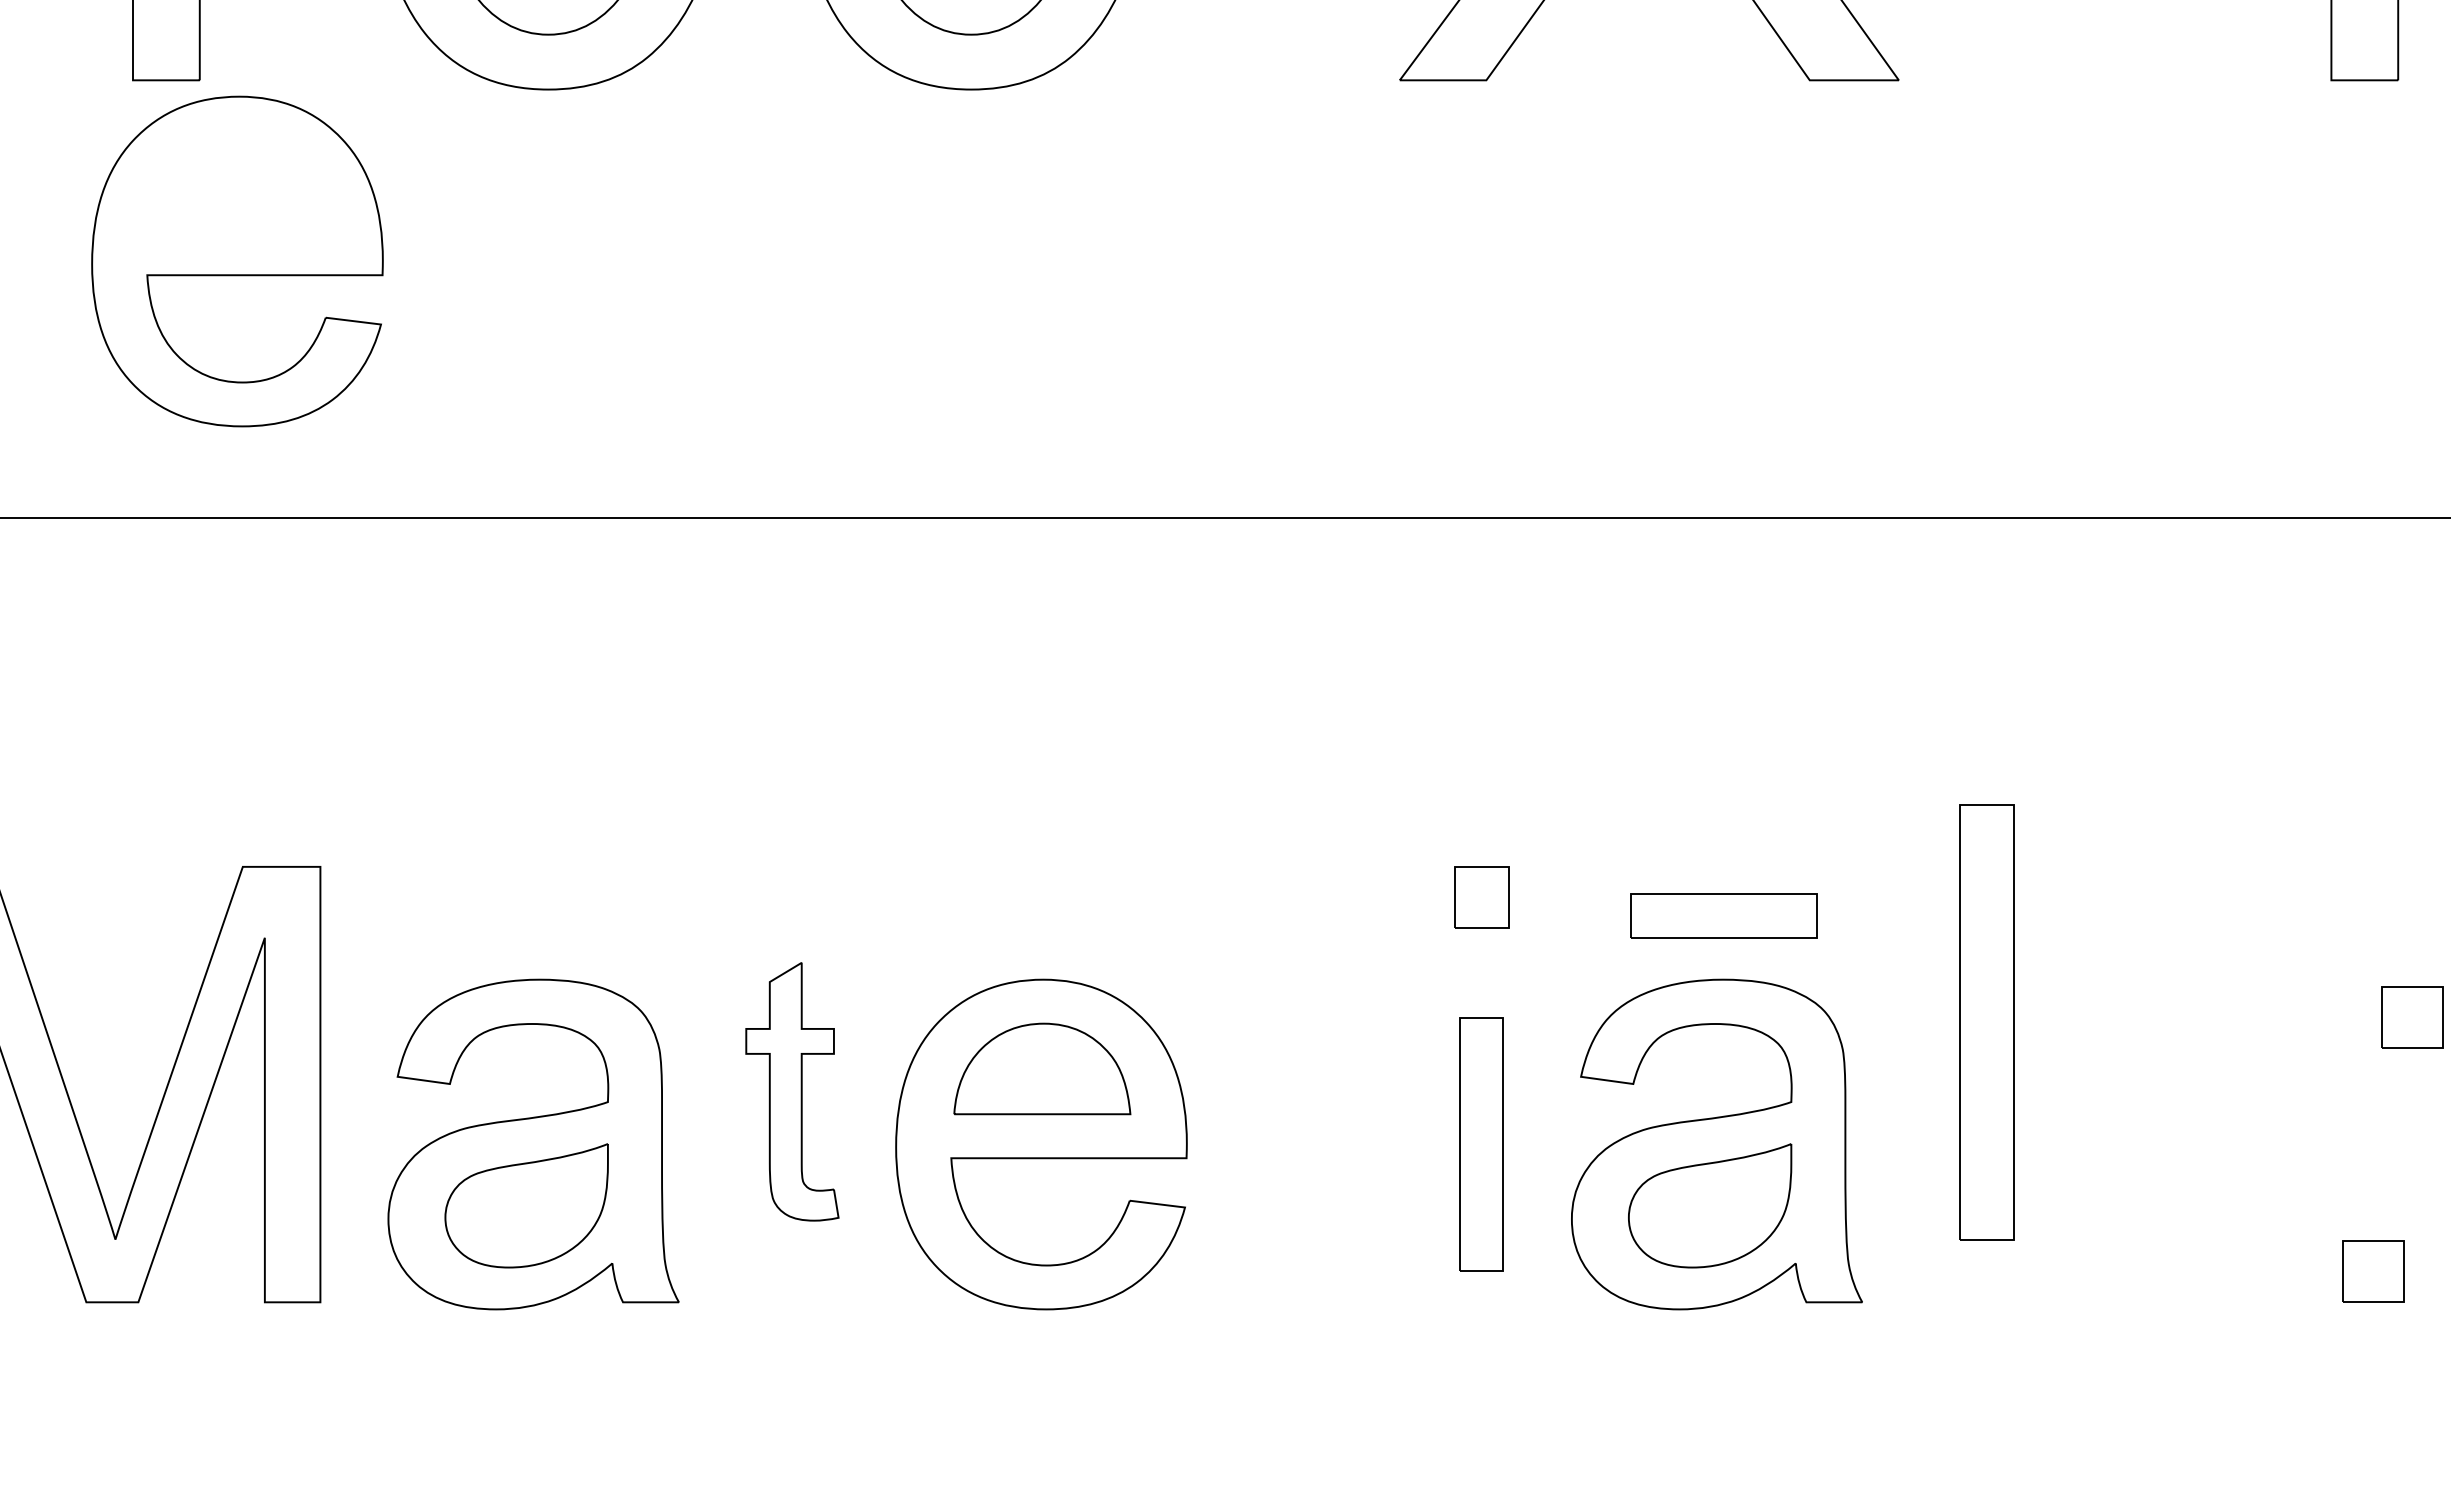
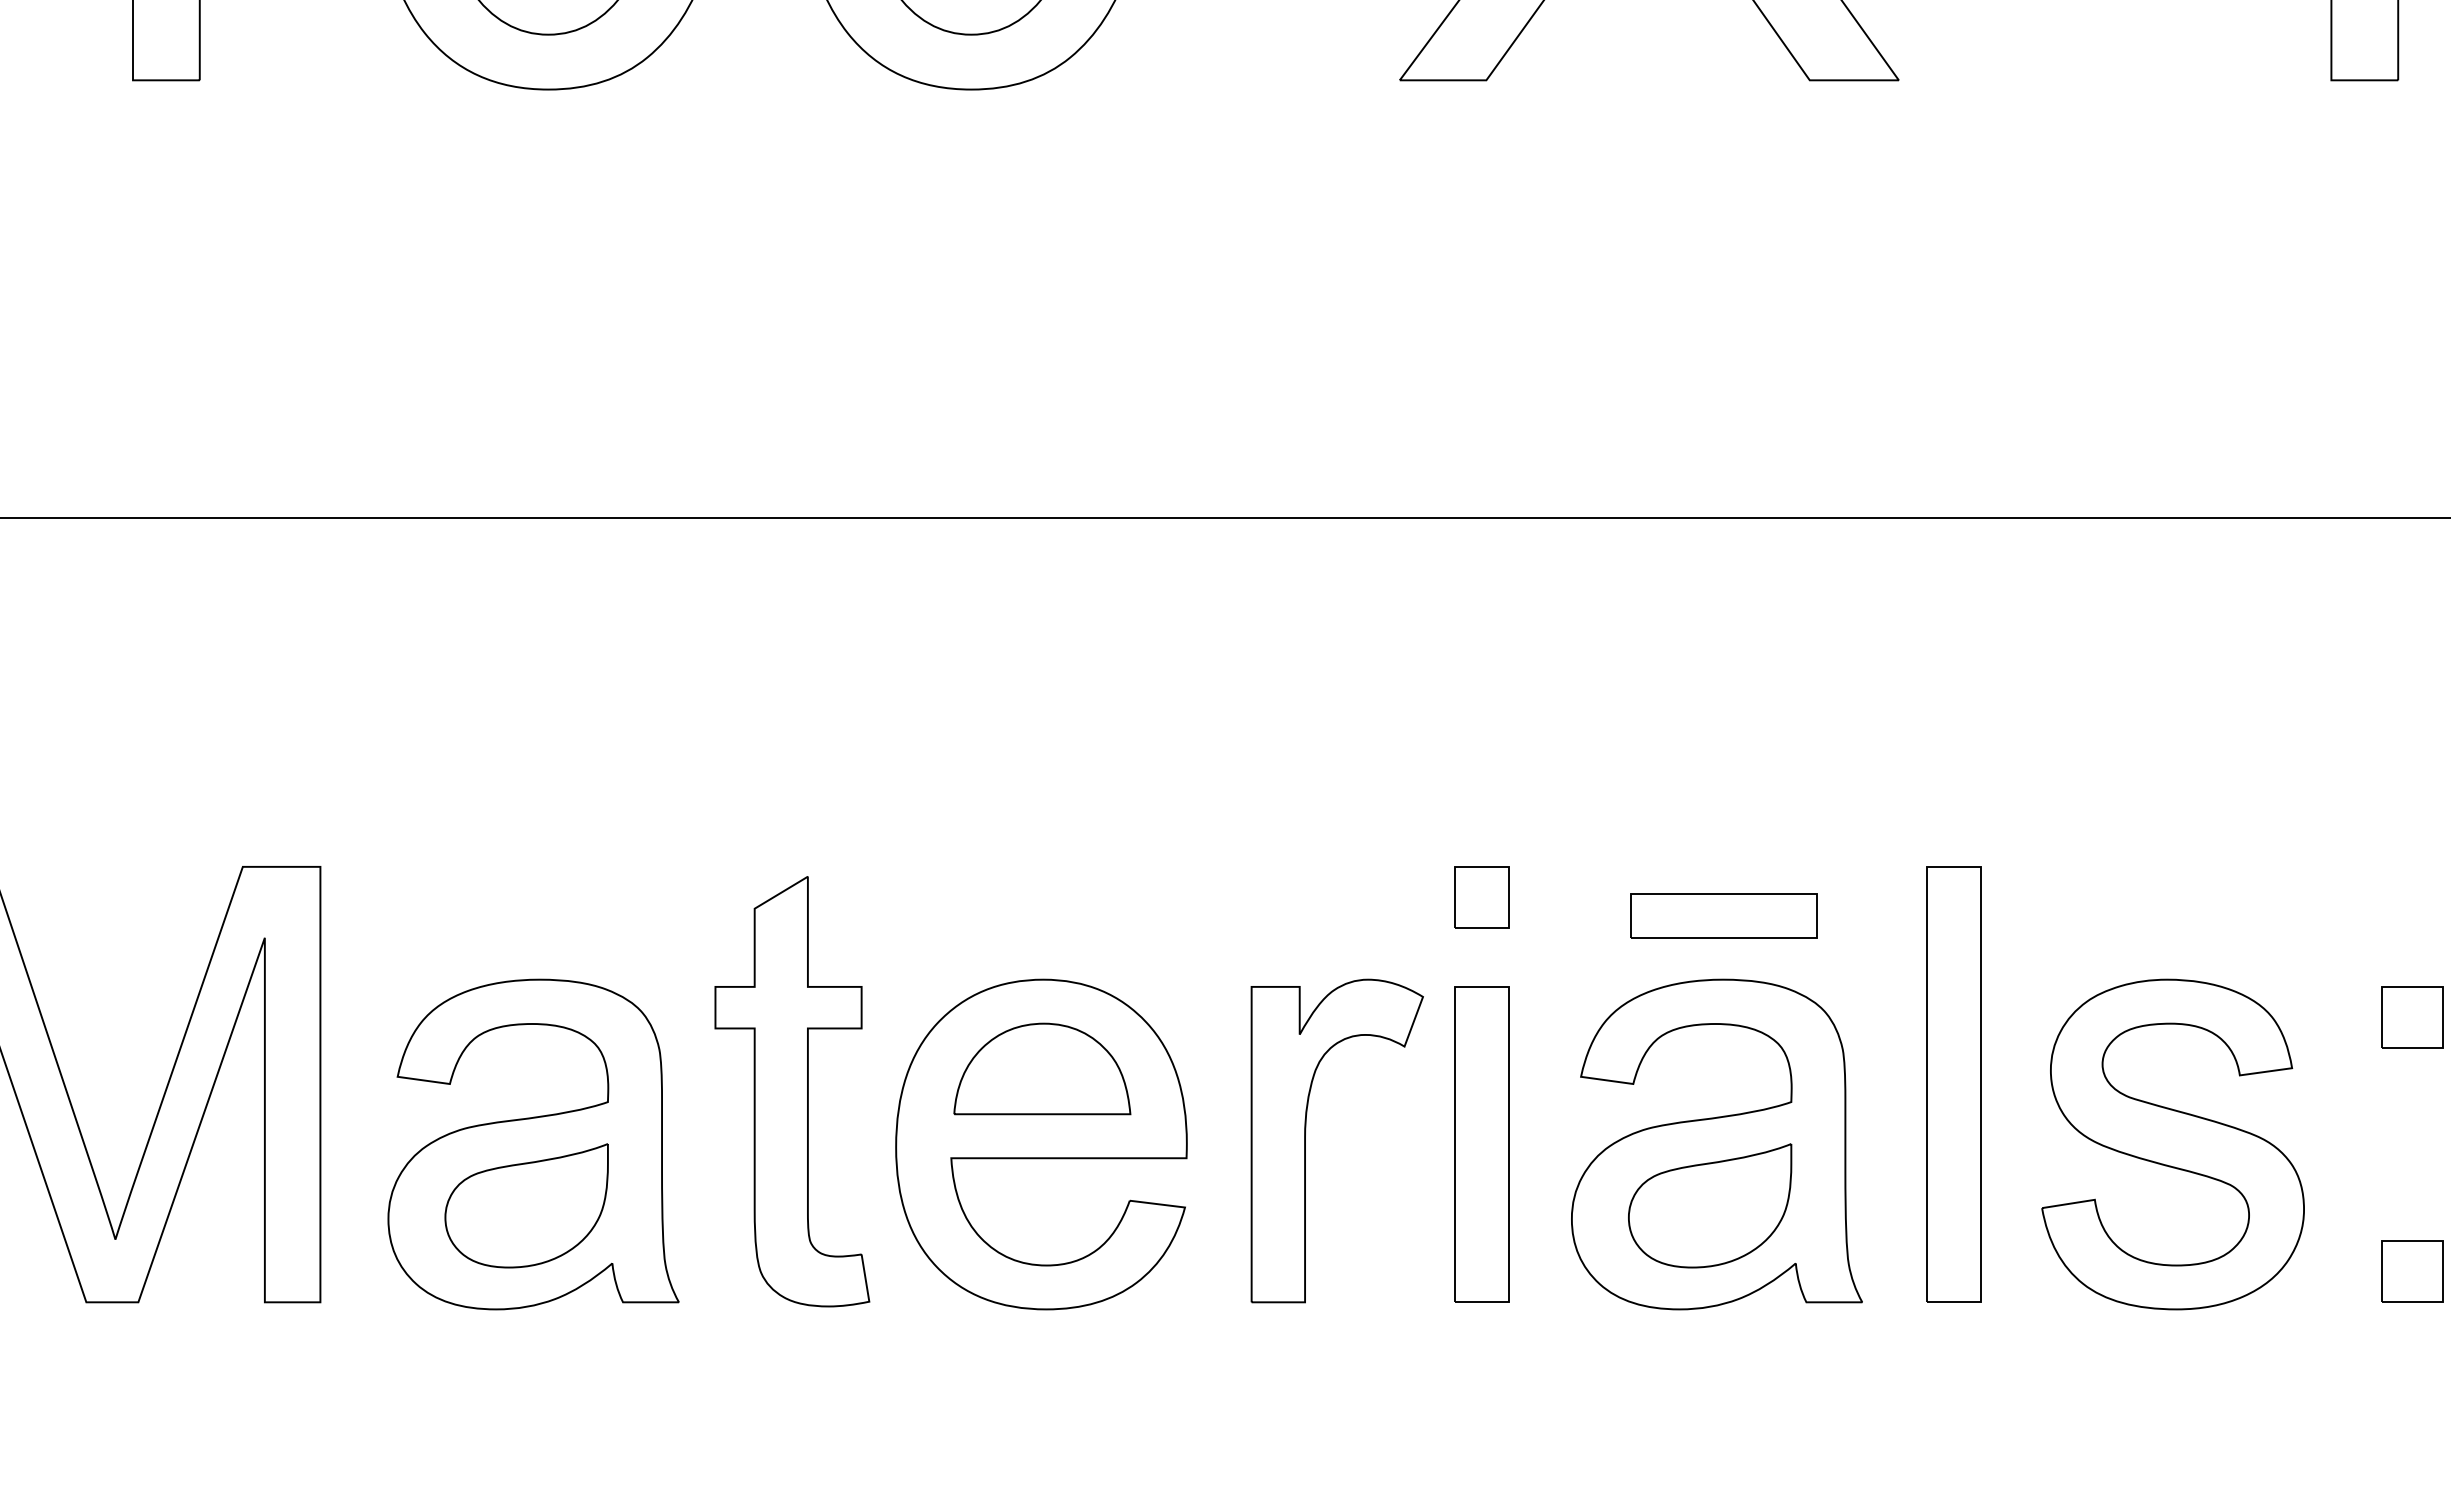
part at (237, 261): present -> none
part at (1986, 1022) position: (1986, 1022) -> (1953, 1084)
part at (792, 1091) size: 95x260 px -> 157x432 px
part at (1305, 1140): none -> present
part at (1481, 1144) size: 45x255 px -> 56x317 px
part at (2172, 1144): none -> present
part at (2373, 1271) position: (2373, 1271) -> (2412, 1271)
